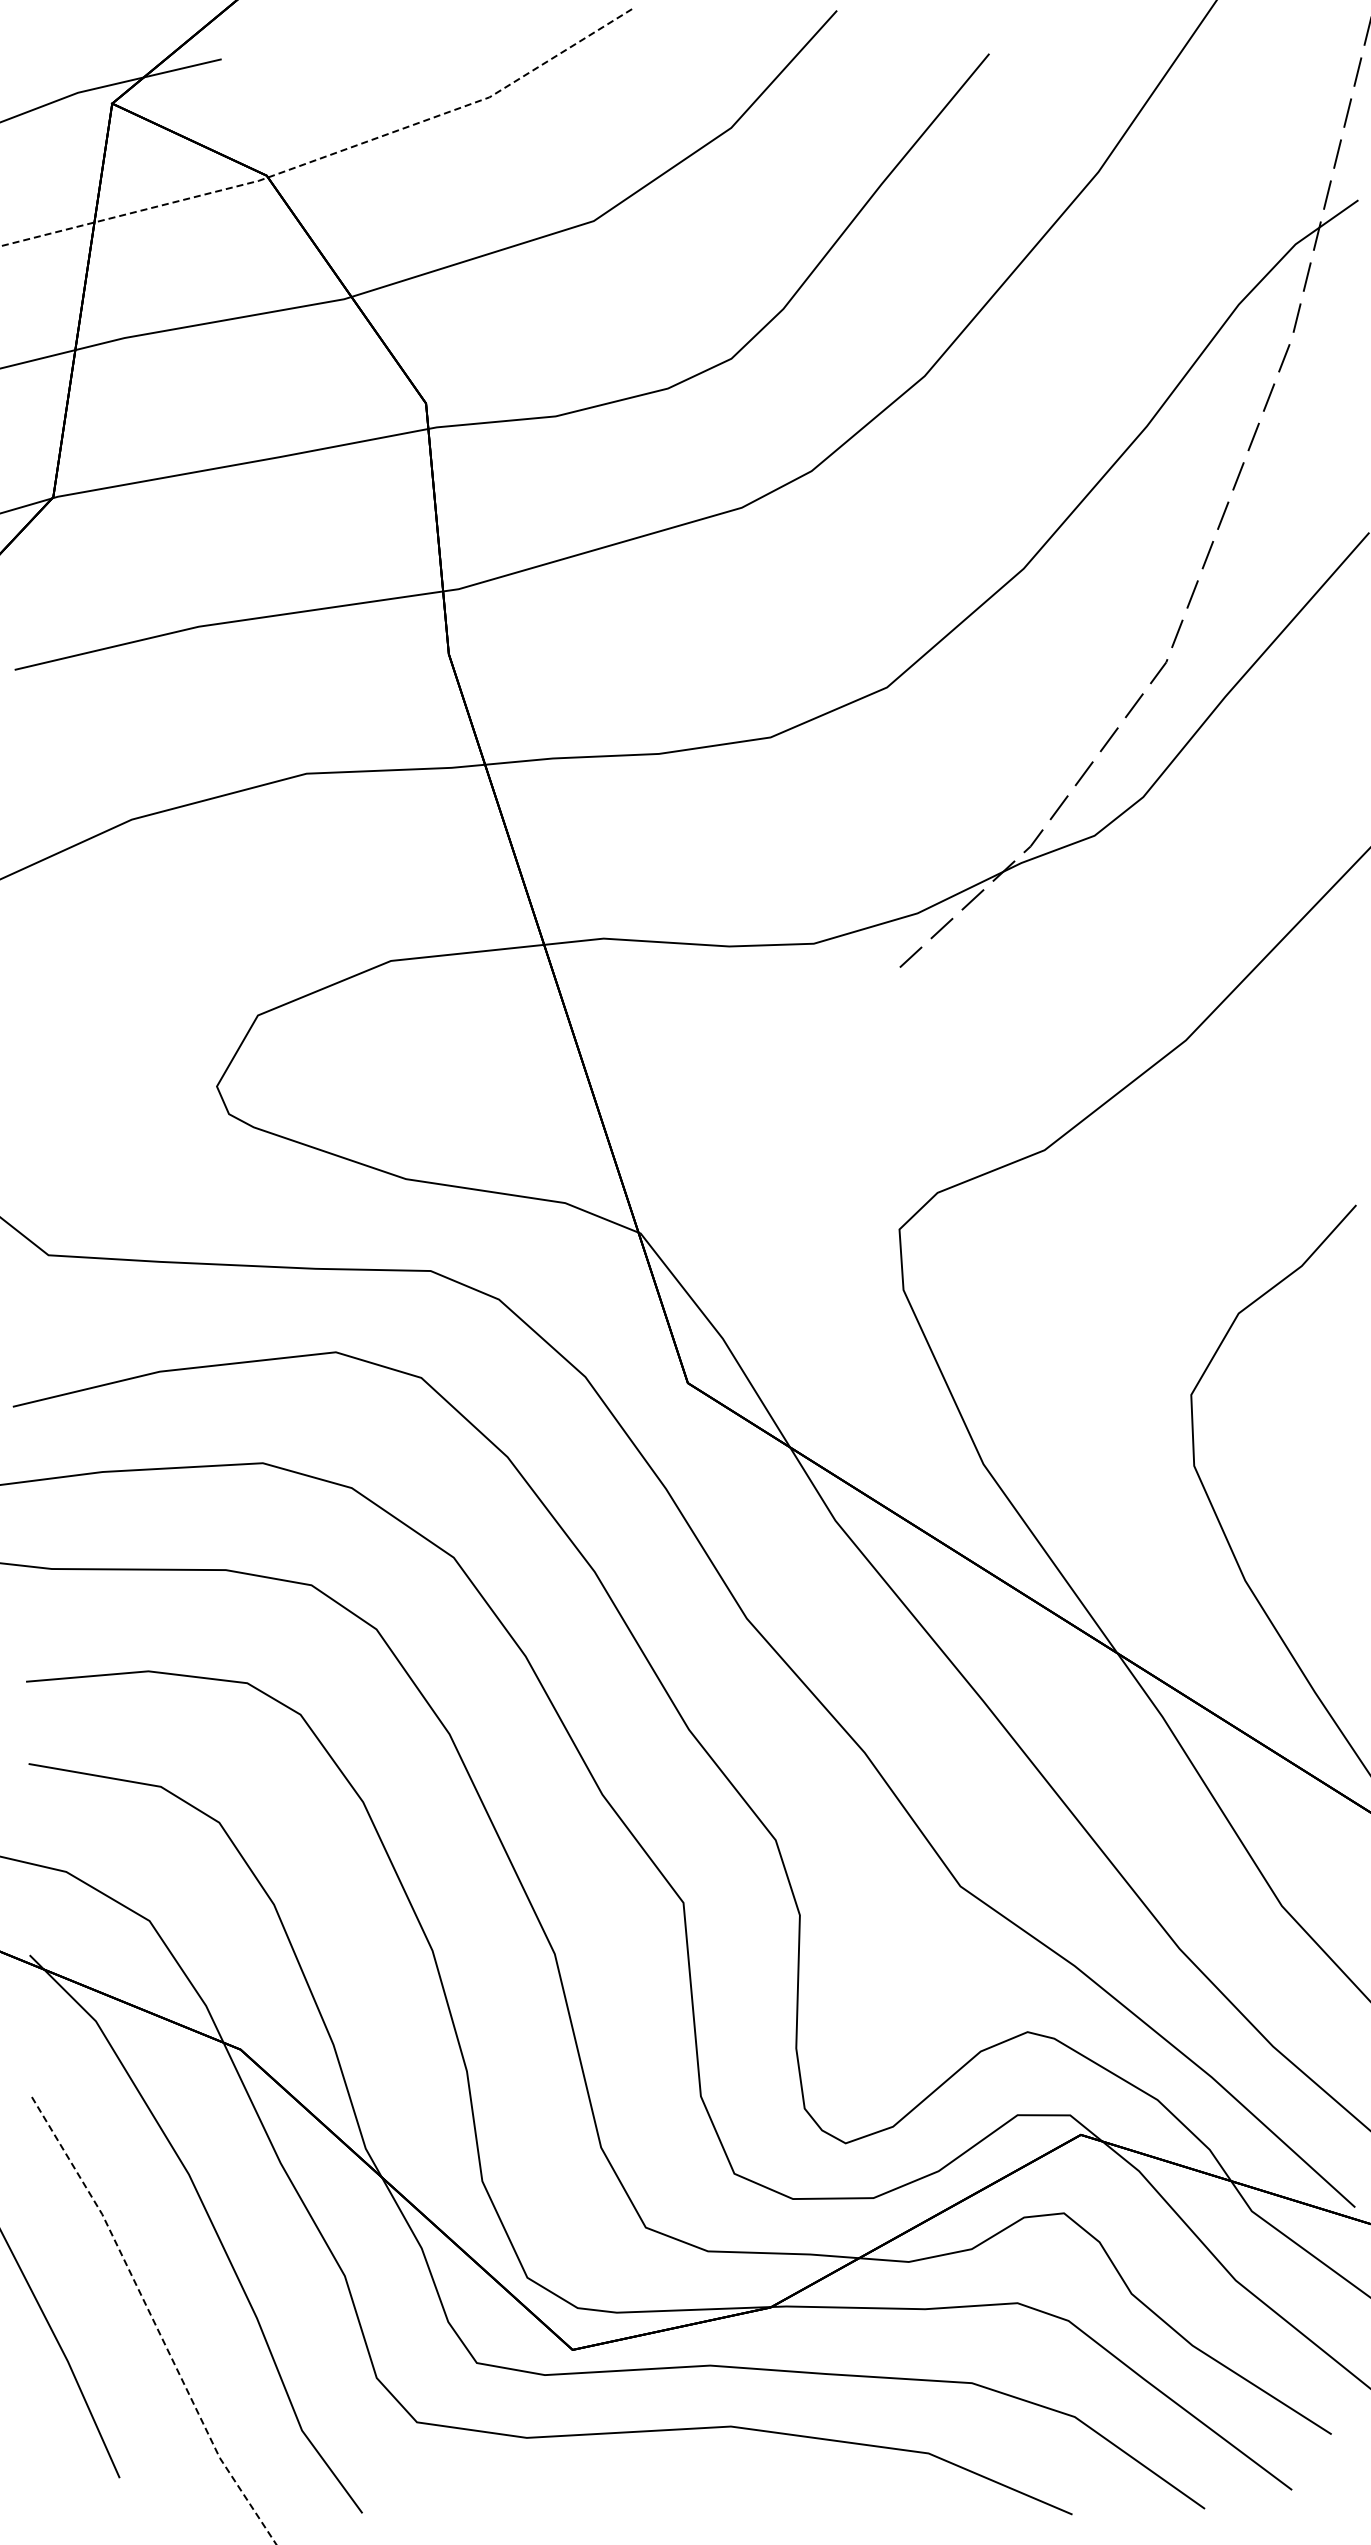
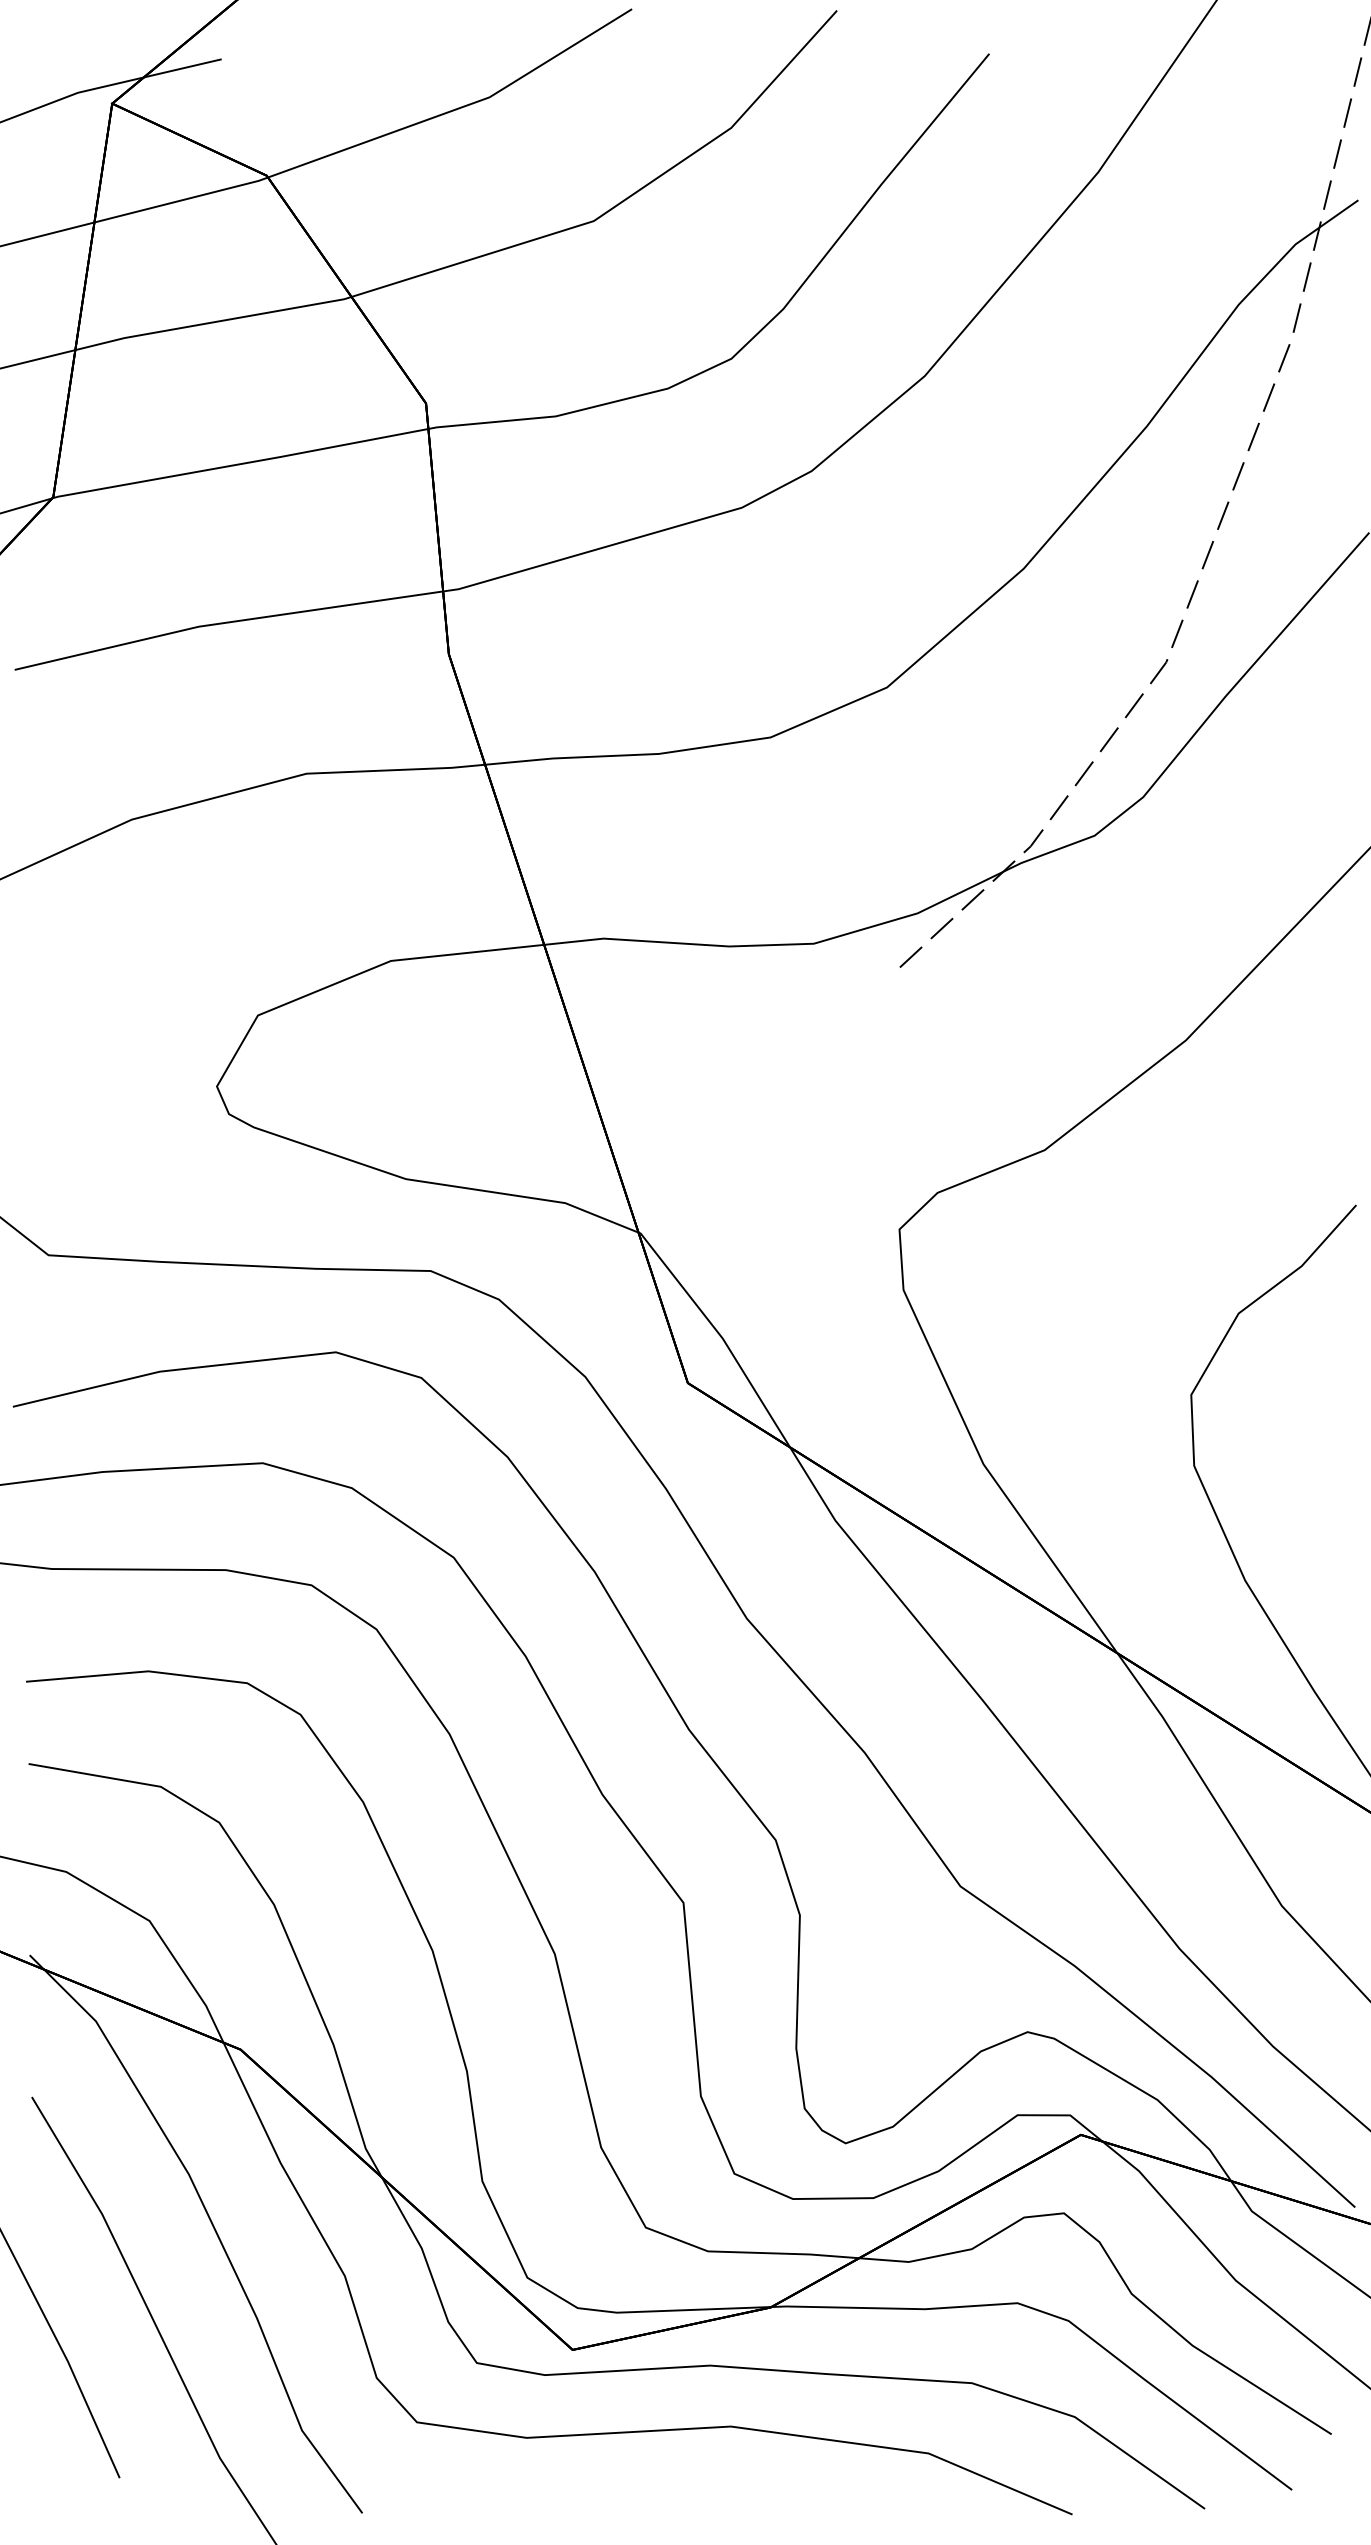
line at (327, 156): dashed -> solid
line at (153, 2321): dashed -> solid
